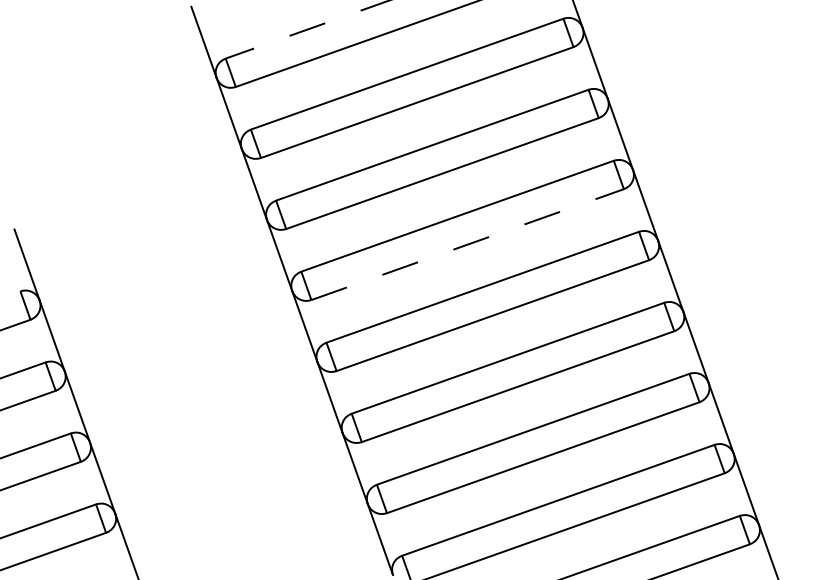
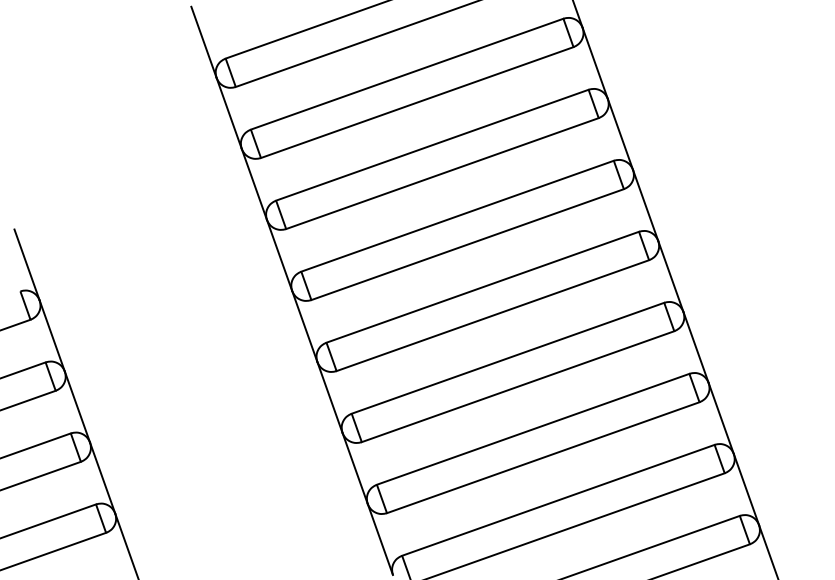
line at (307, 29): dashed -> solid
line at (467, 244): dashed -> solid
